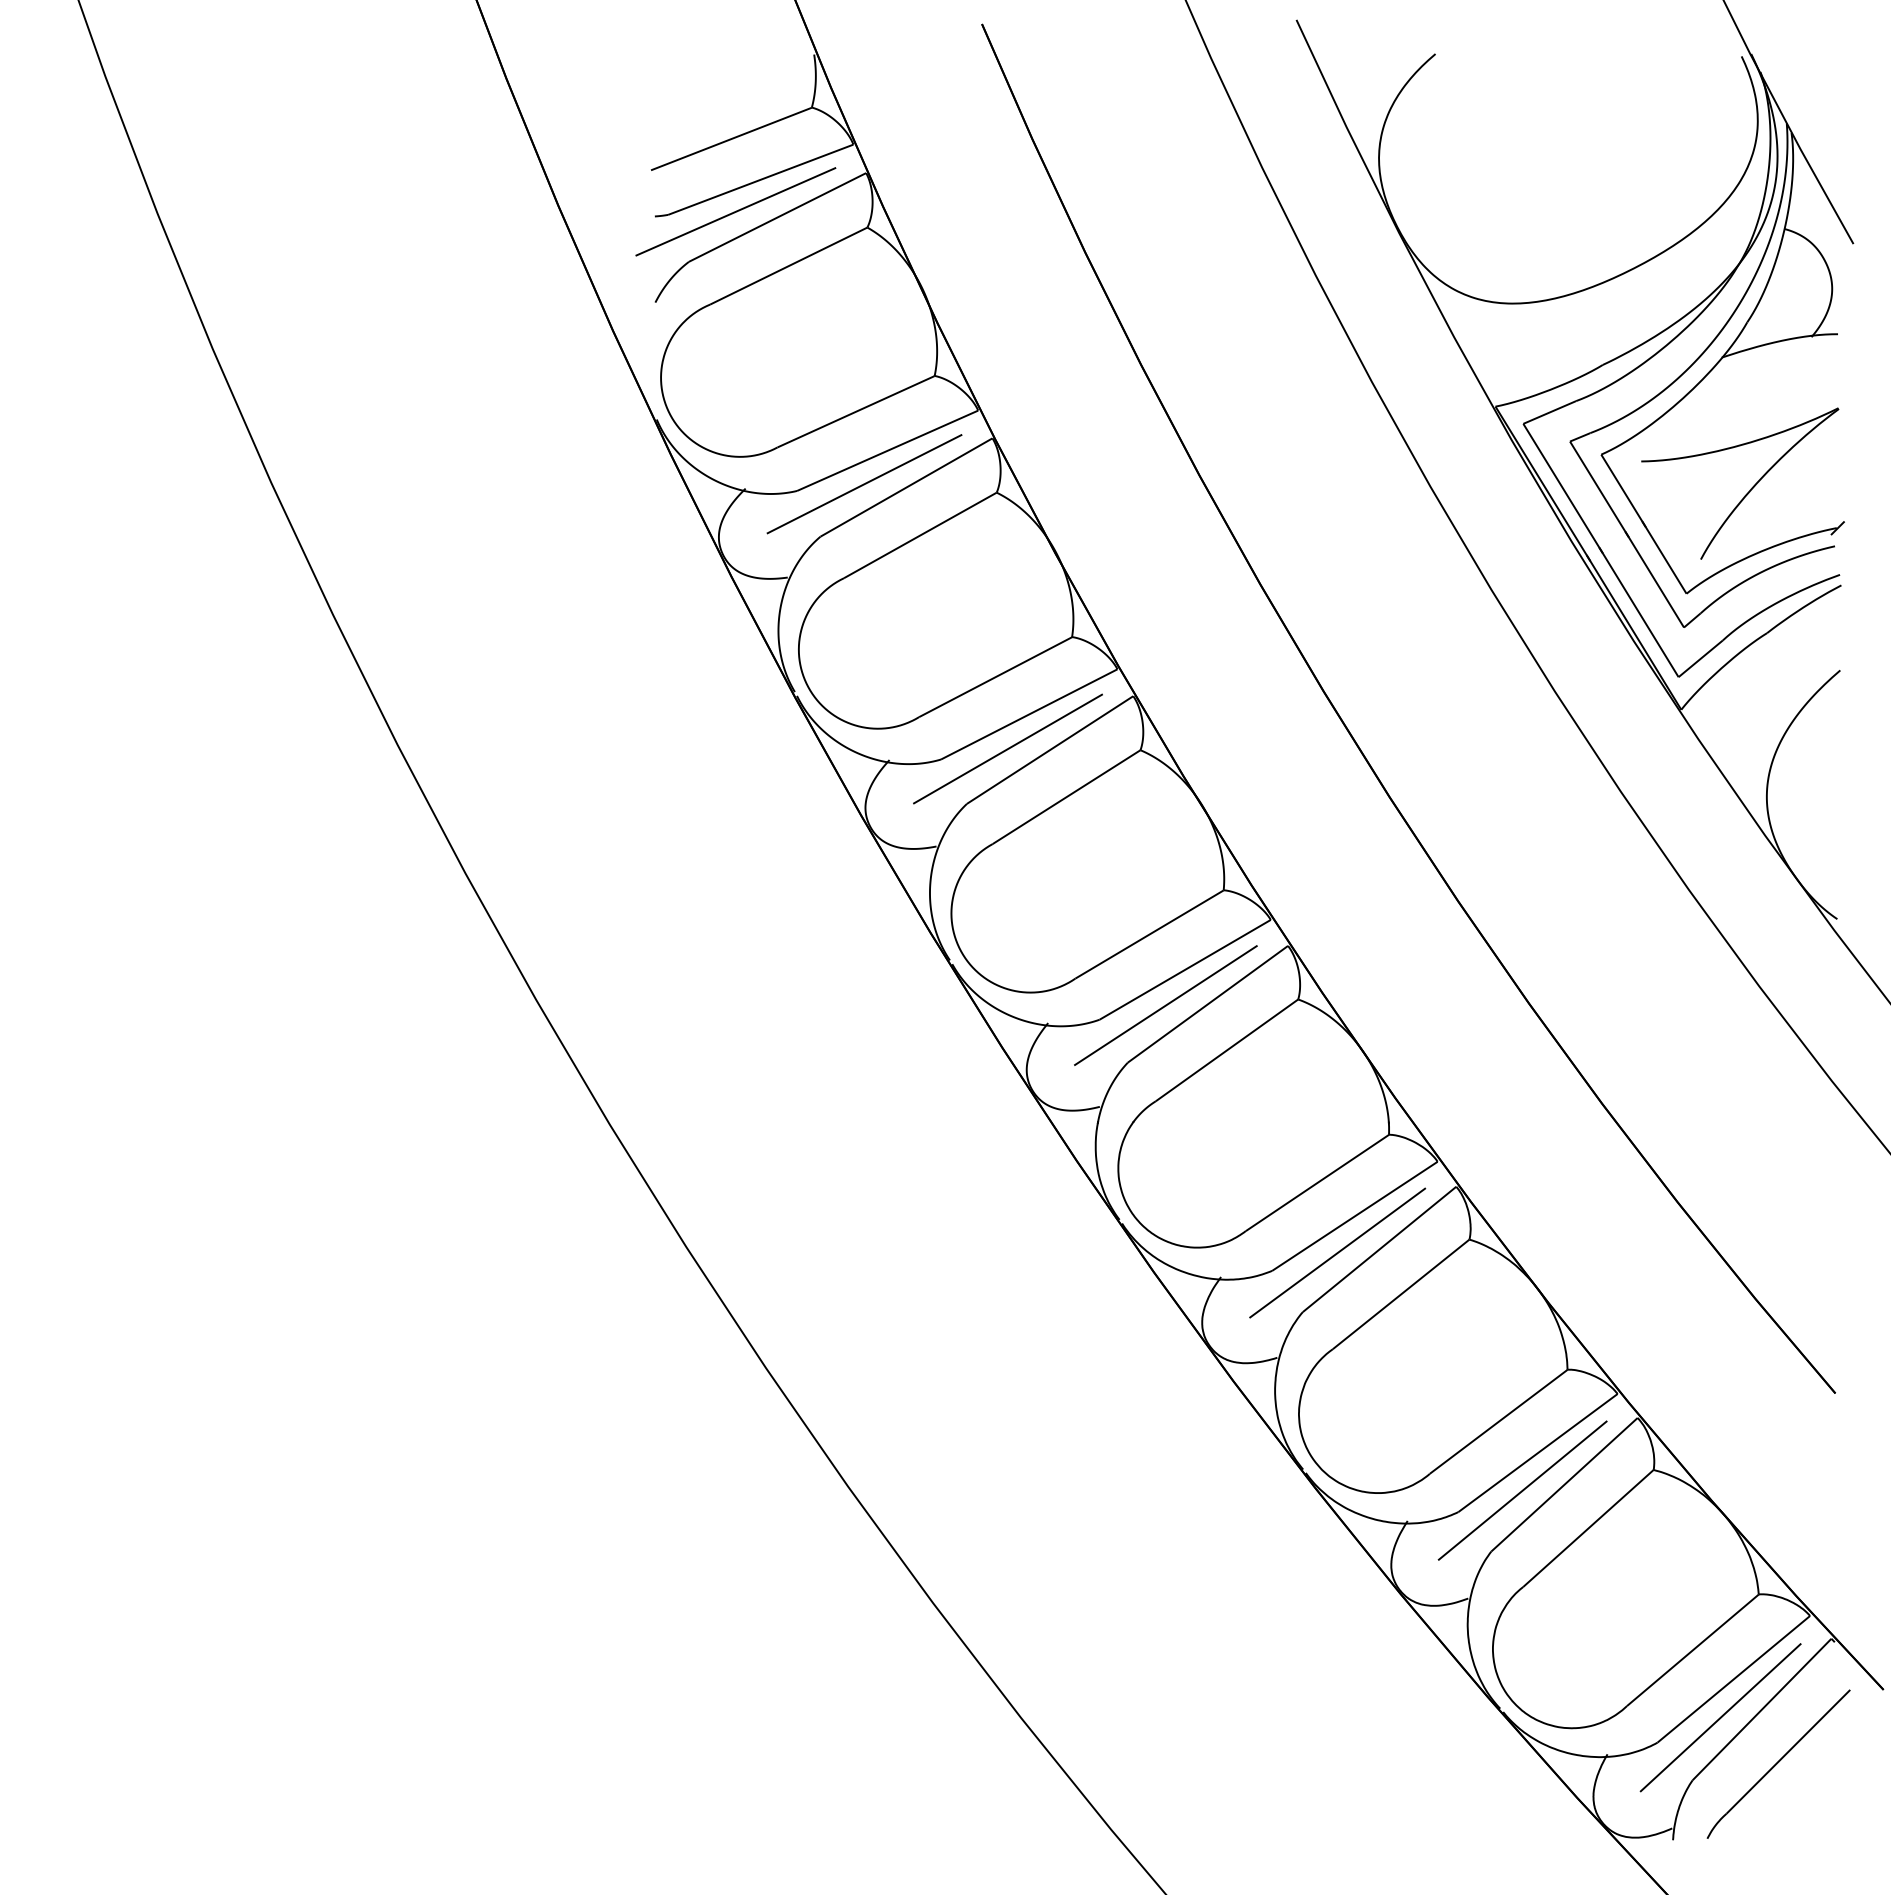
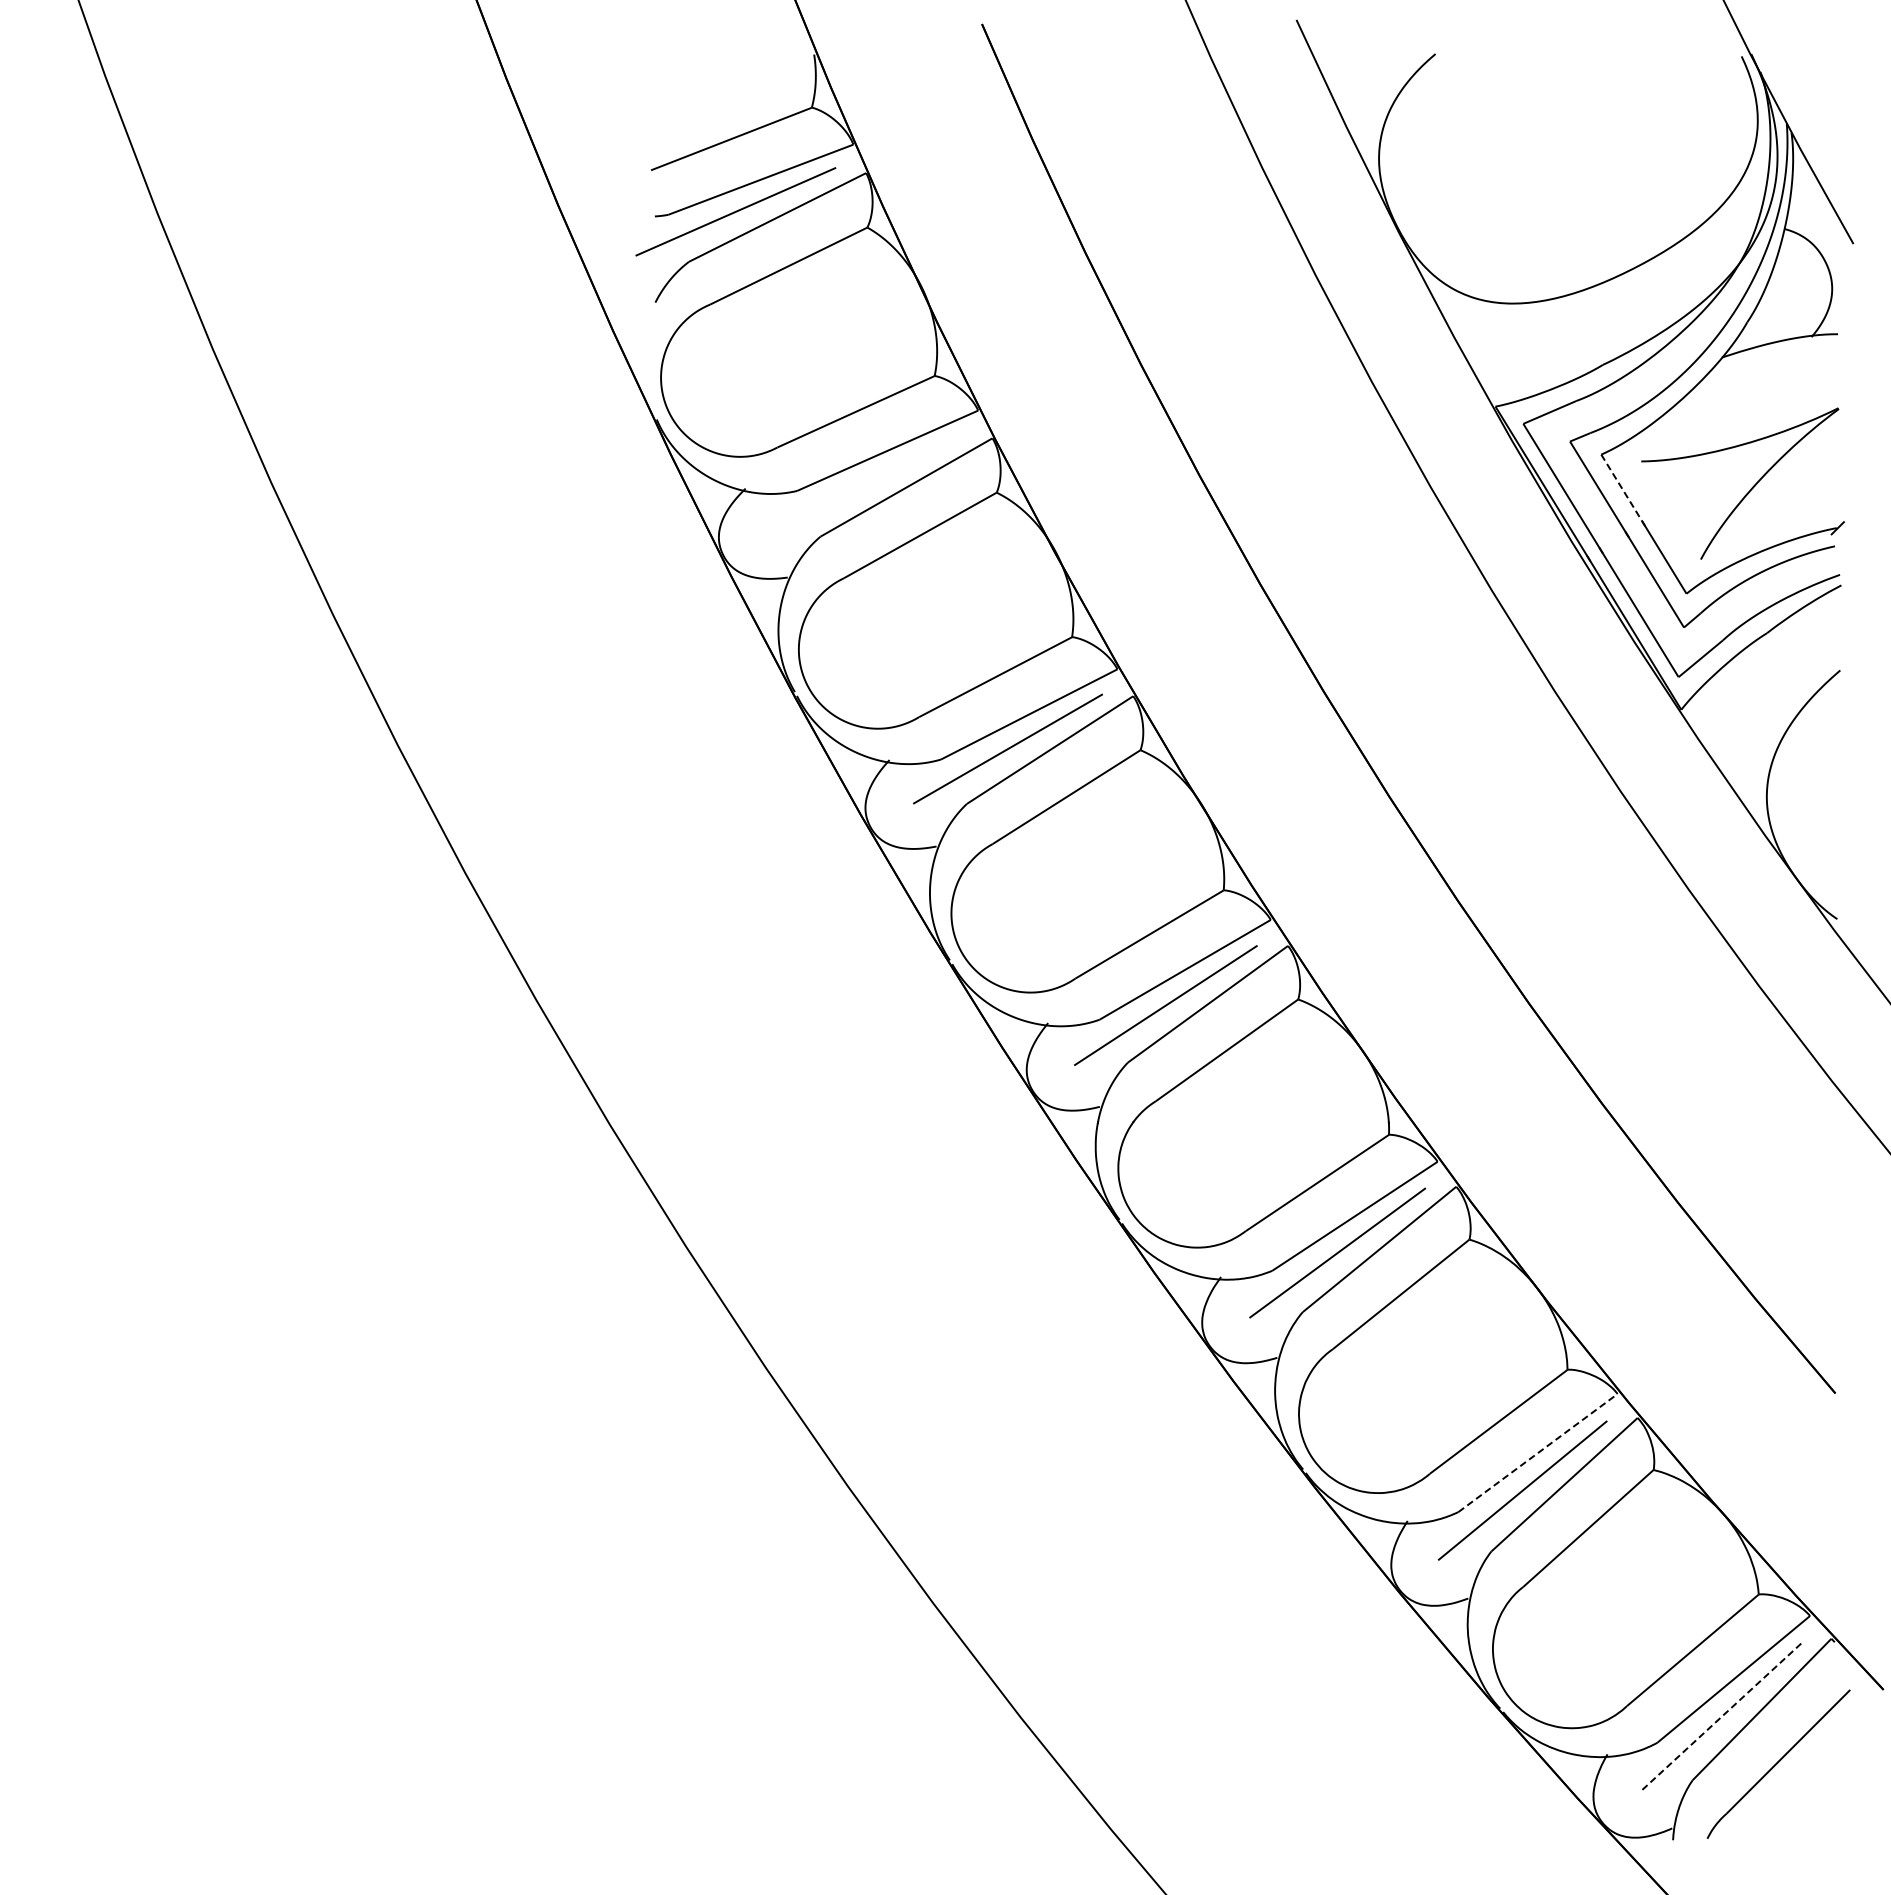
line at (864, 484): present -> none
line at (1623, 490): solid -> dashed
line at (1538, 1452): solid -> dashed
line at (1720, 1718): solid -> dashed
